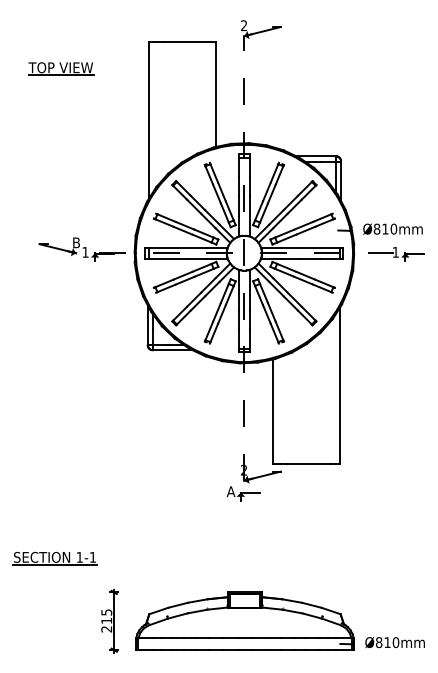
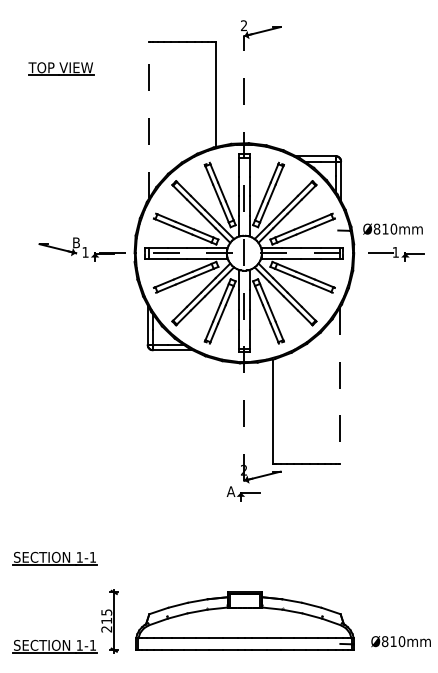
line at (149, 119): solid -> dashed
line at (339, 386): solid -> dashed
text at (394, 642) position: (394, 642) -> (400, 641)
part at (54, 646): none -> present
